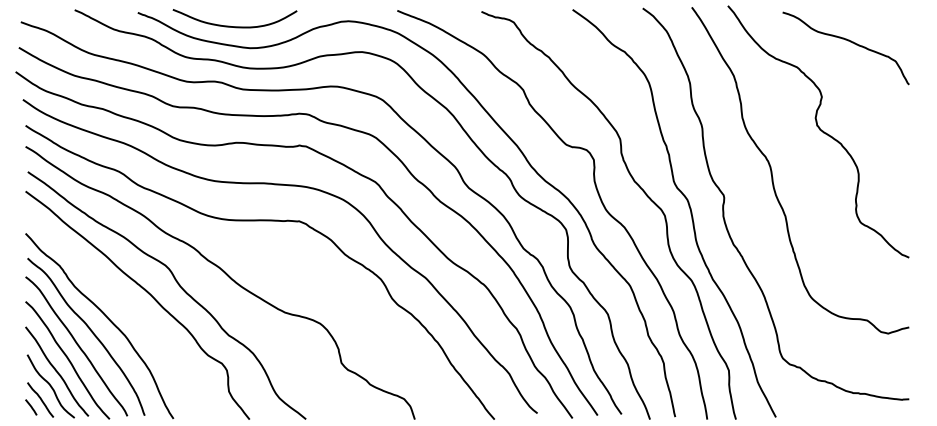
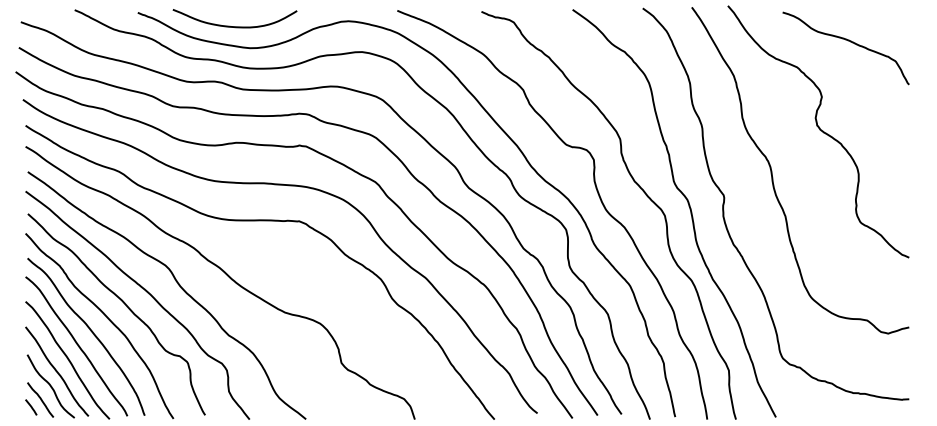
curve at (127, 308): none -> present
